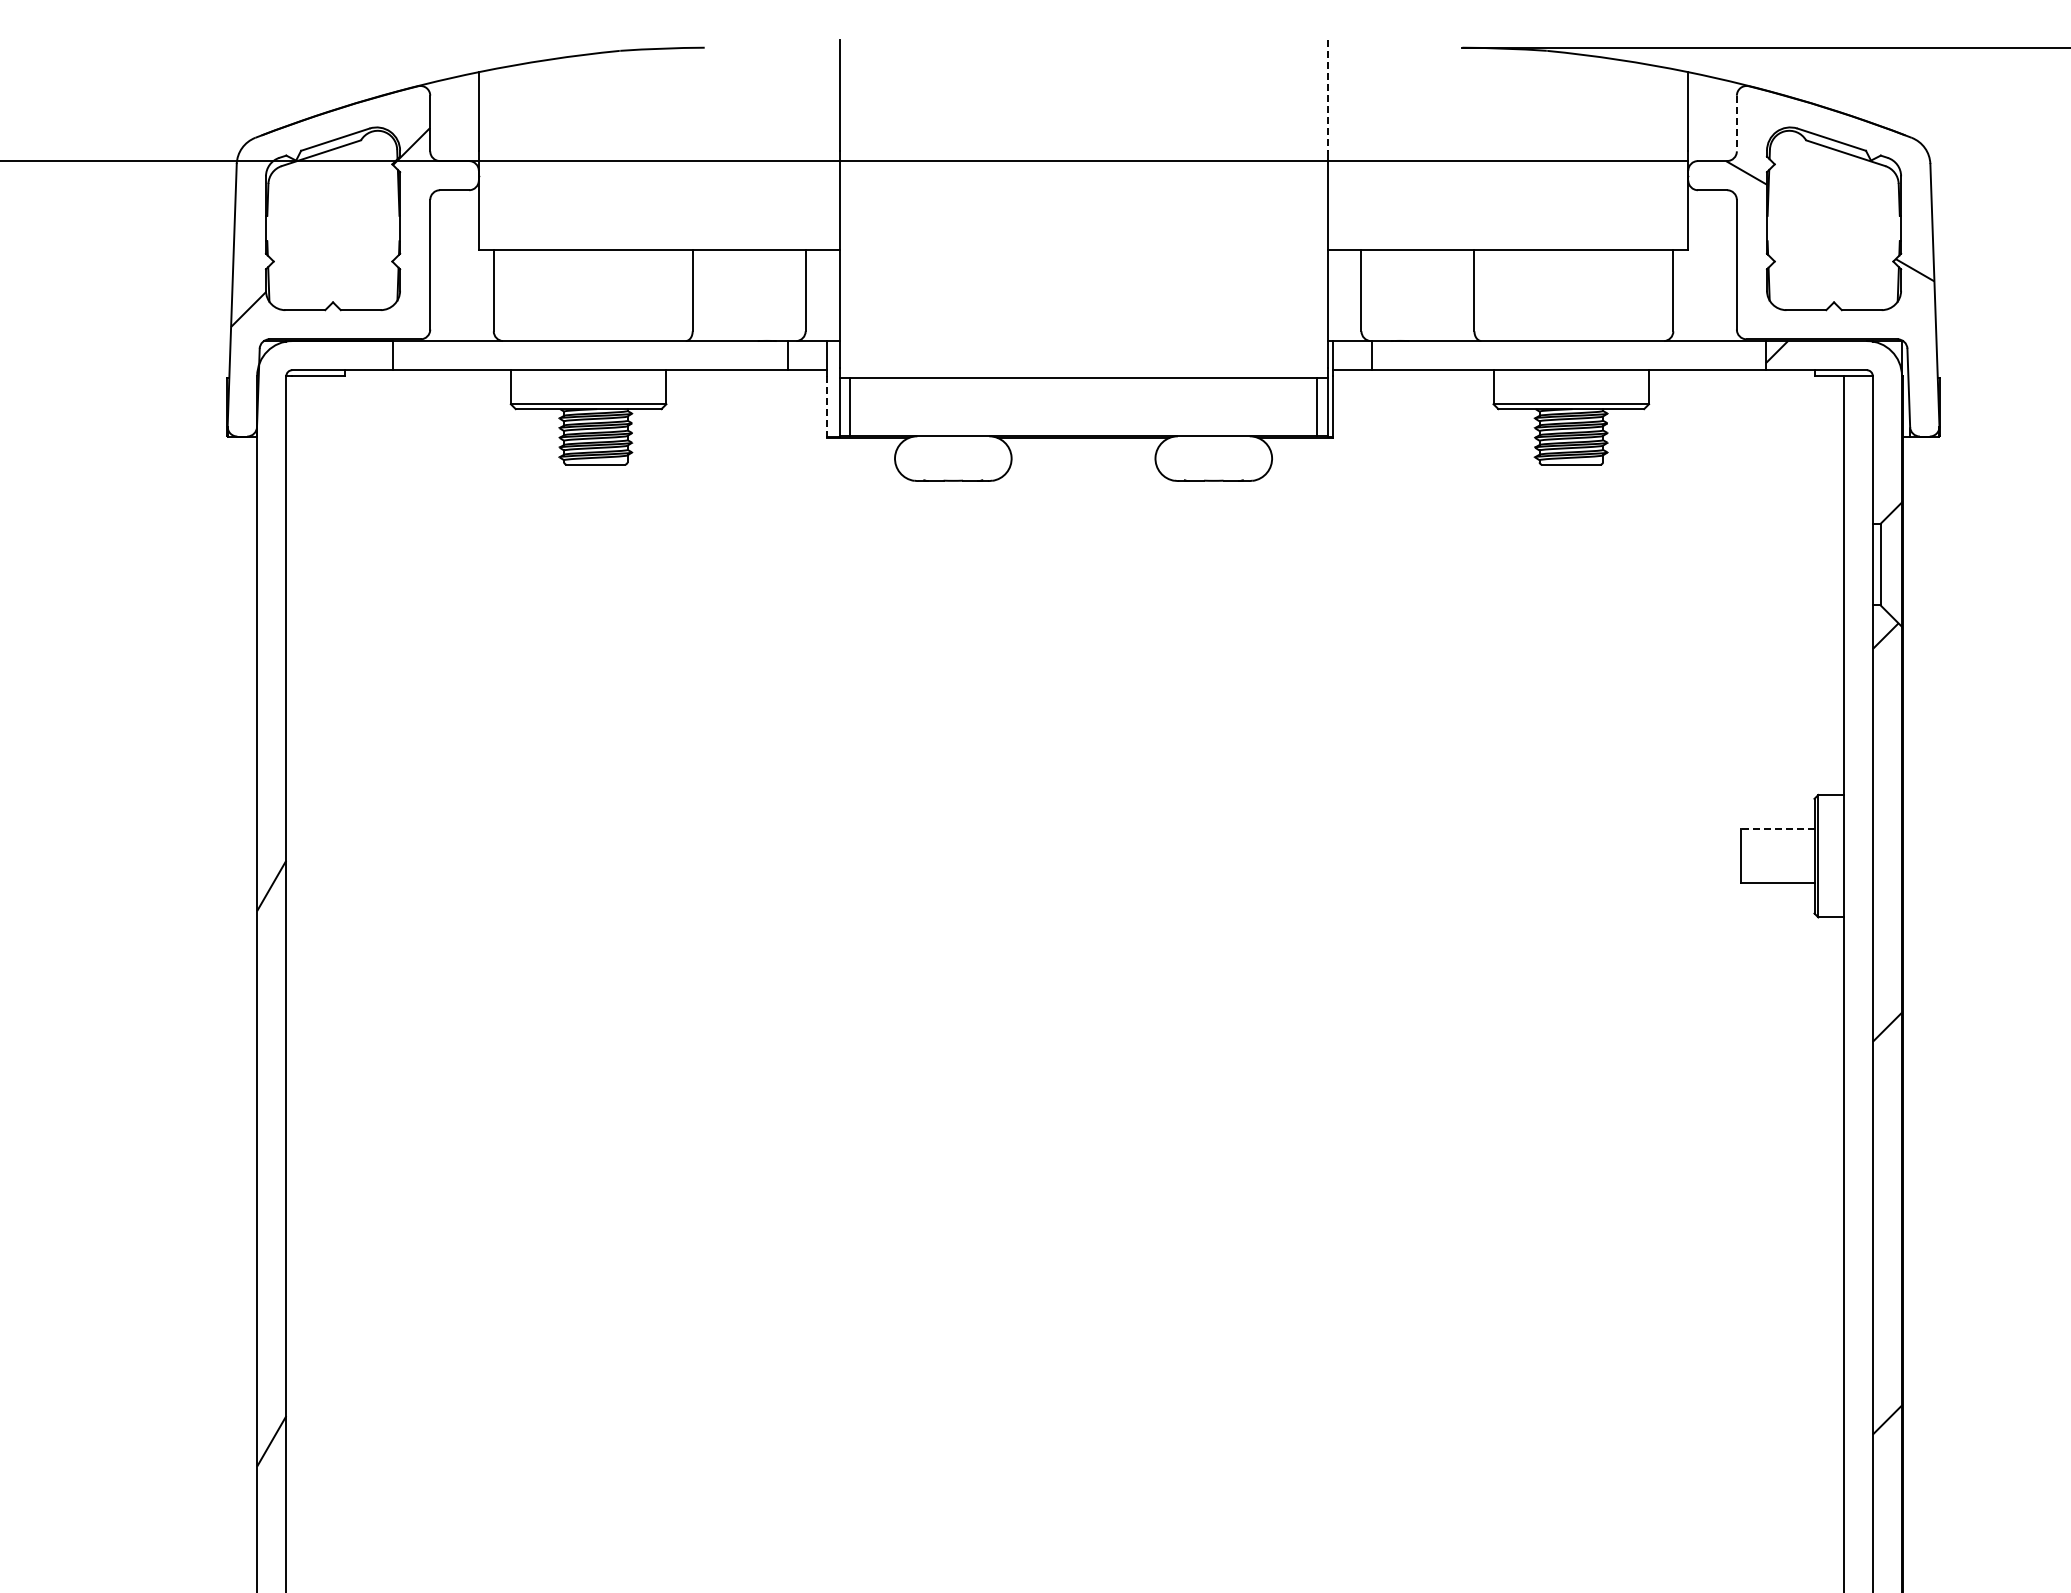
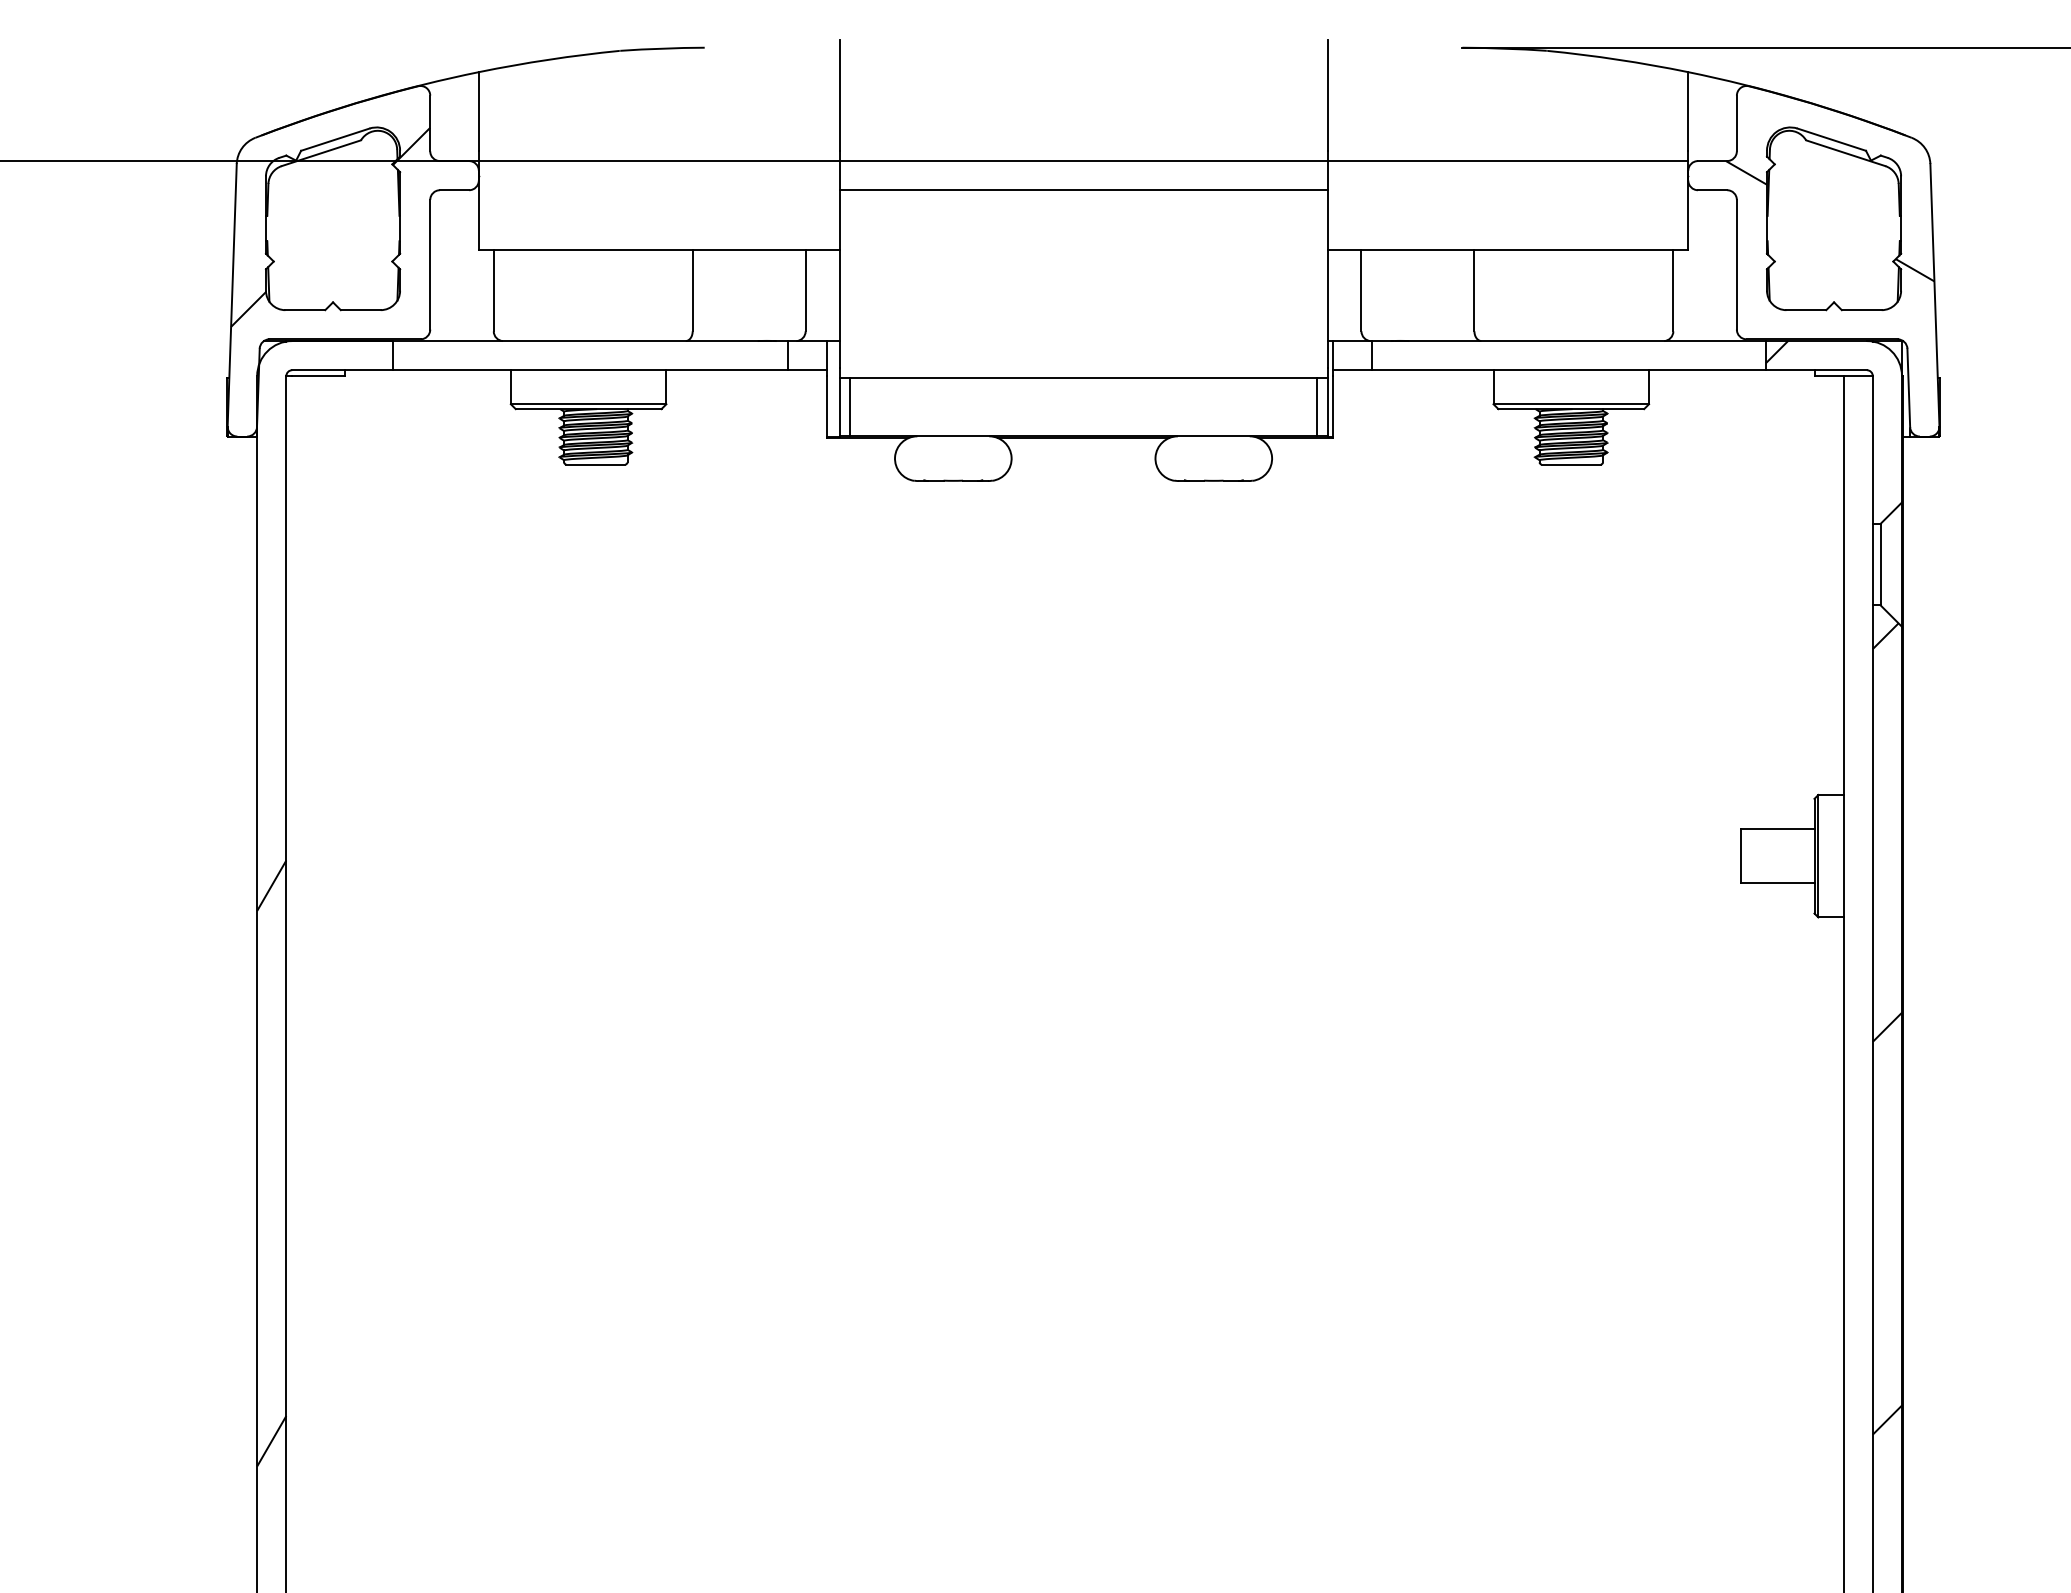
line at (1327, 95): dashed -> solid
line at (1736, 123): dashed -> solid
line at (1083, 190): none -> present
line at (826, 407): dashed -> solid
line at (1777, 829): dashed -> solid
